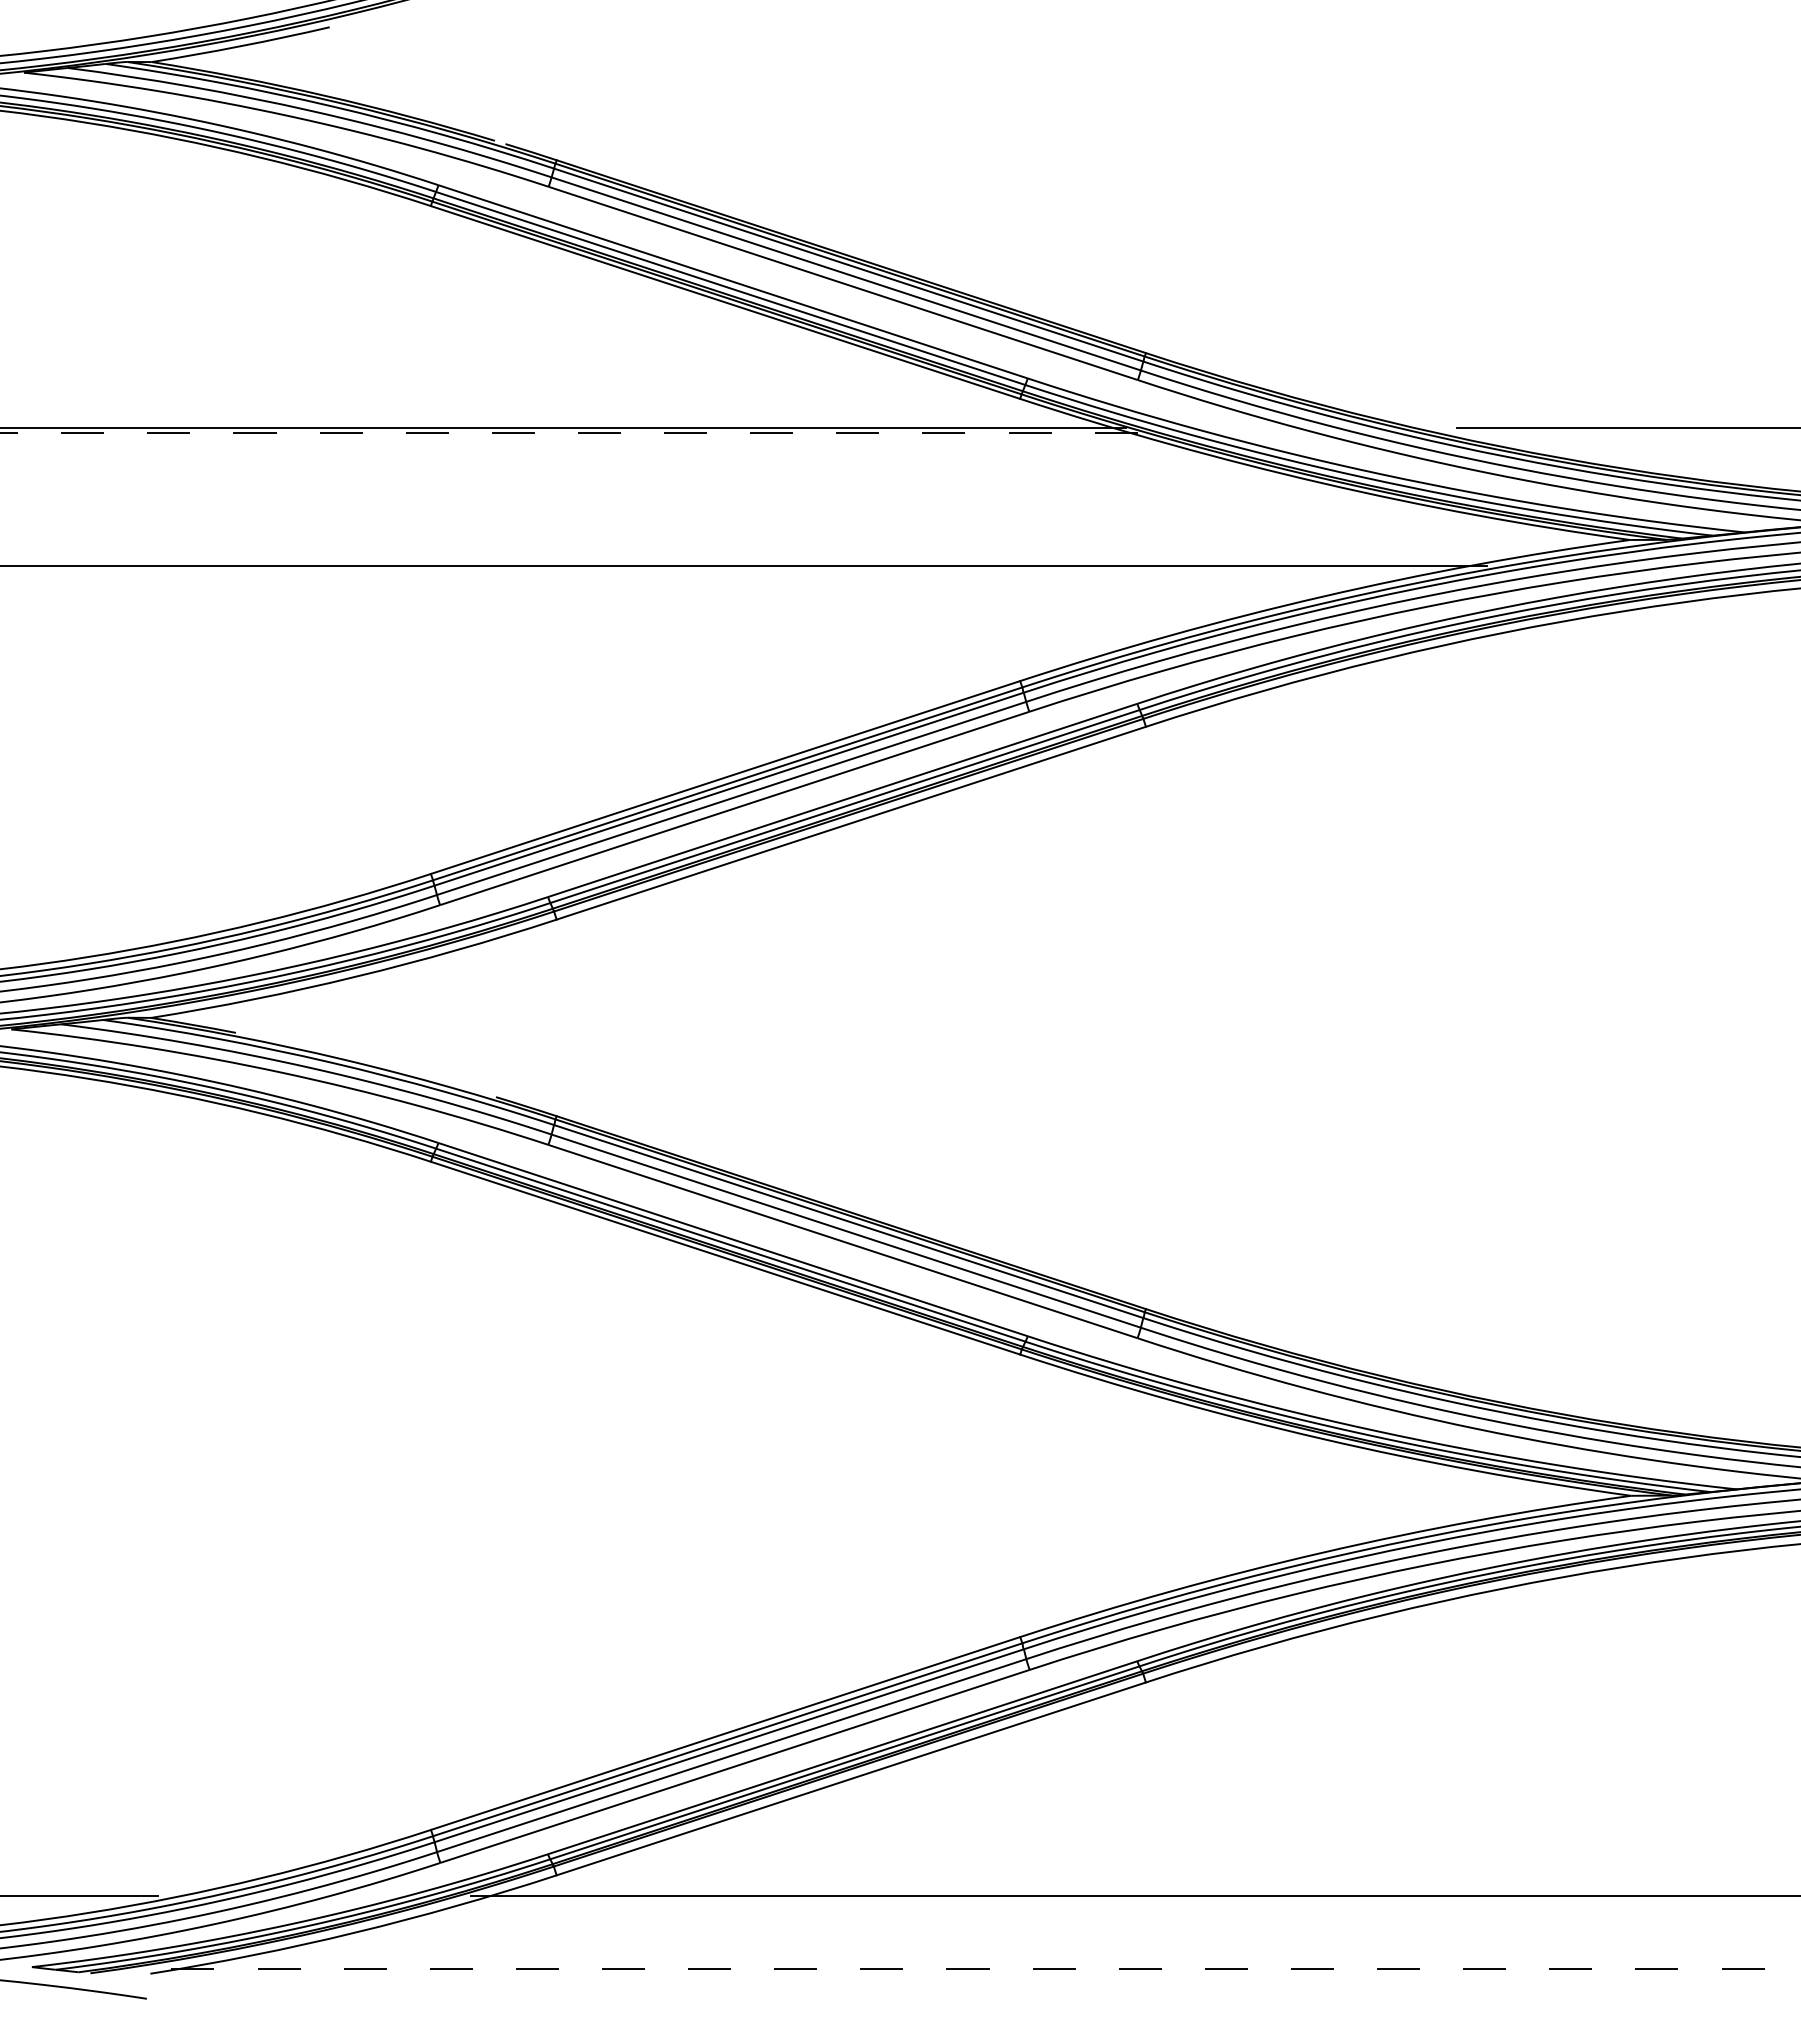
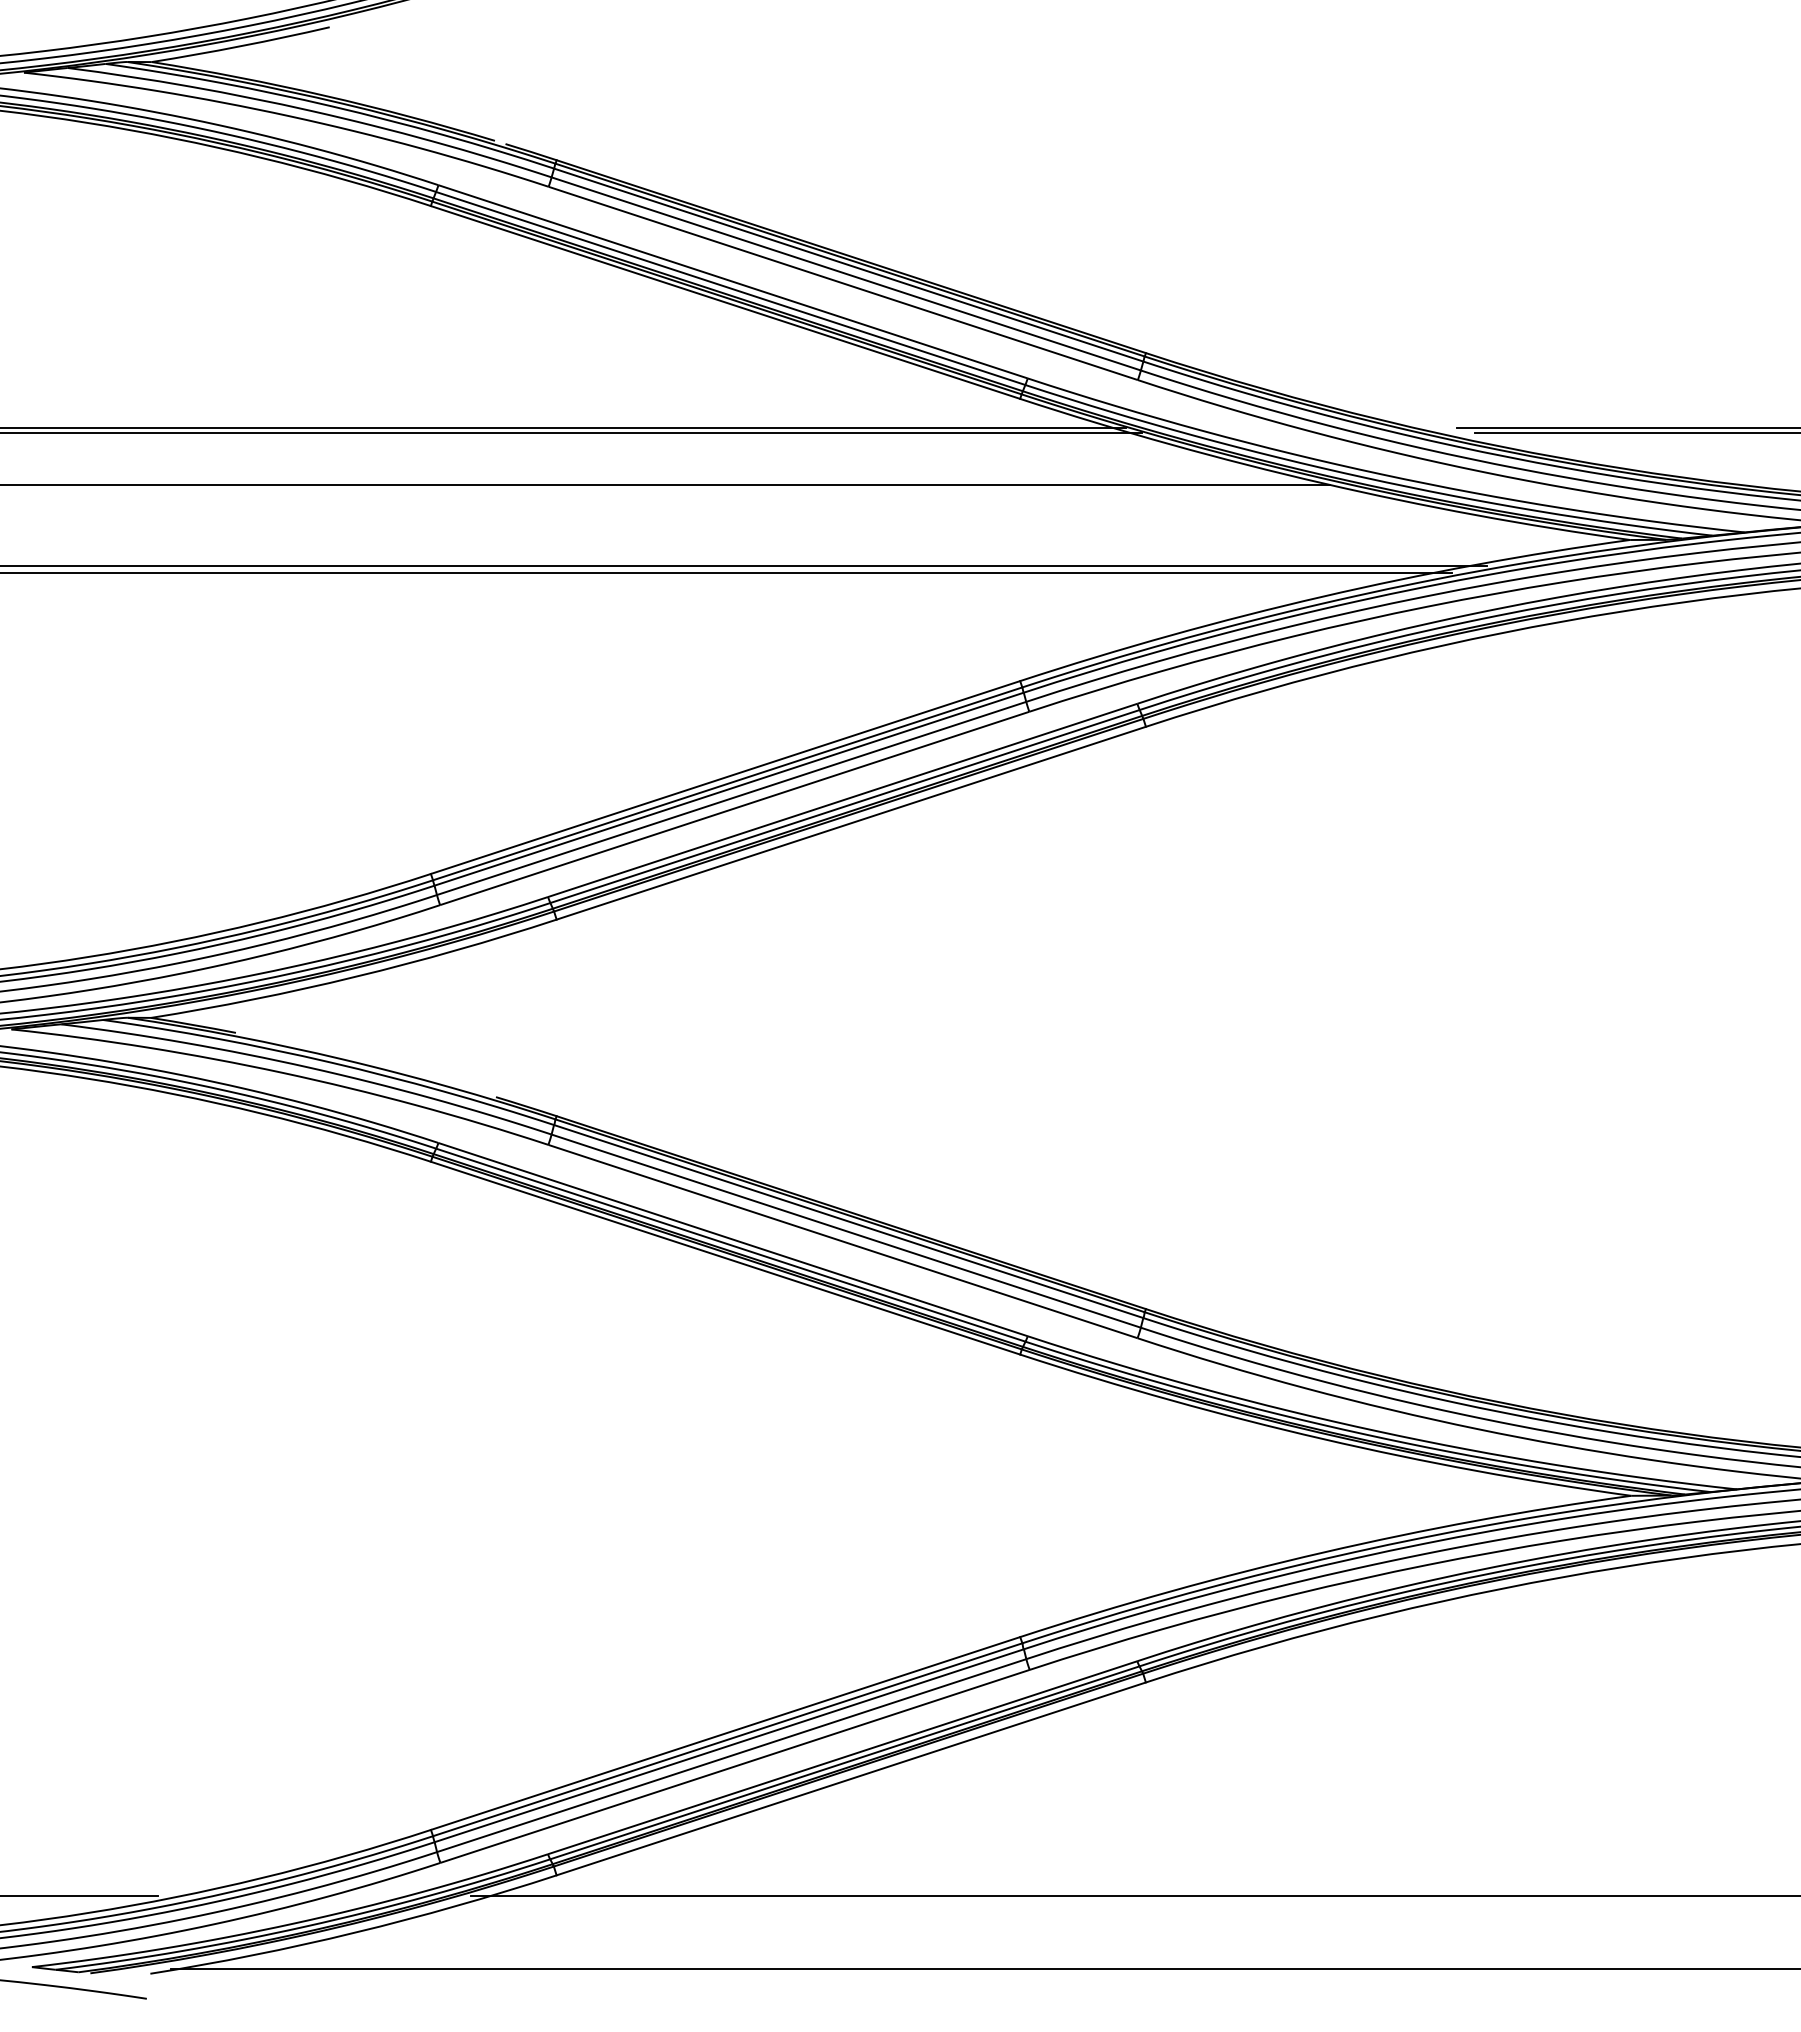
line at (571, 432): dashed -> solid
line at (1636, 432): none -> present
line at (666, 484): none -> present
line at (726, 572): none -> present
line at (986, 1968): dashed -> solid
